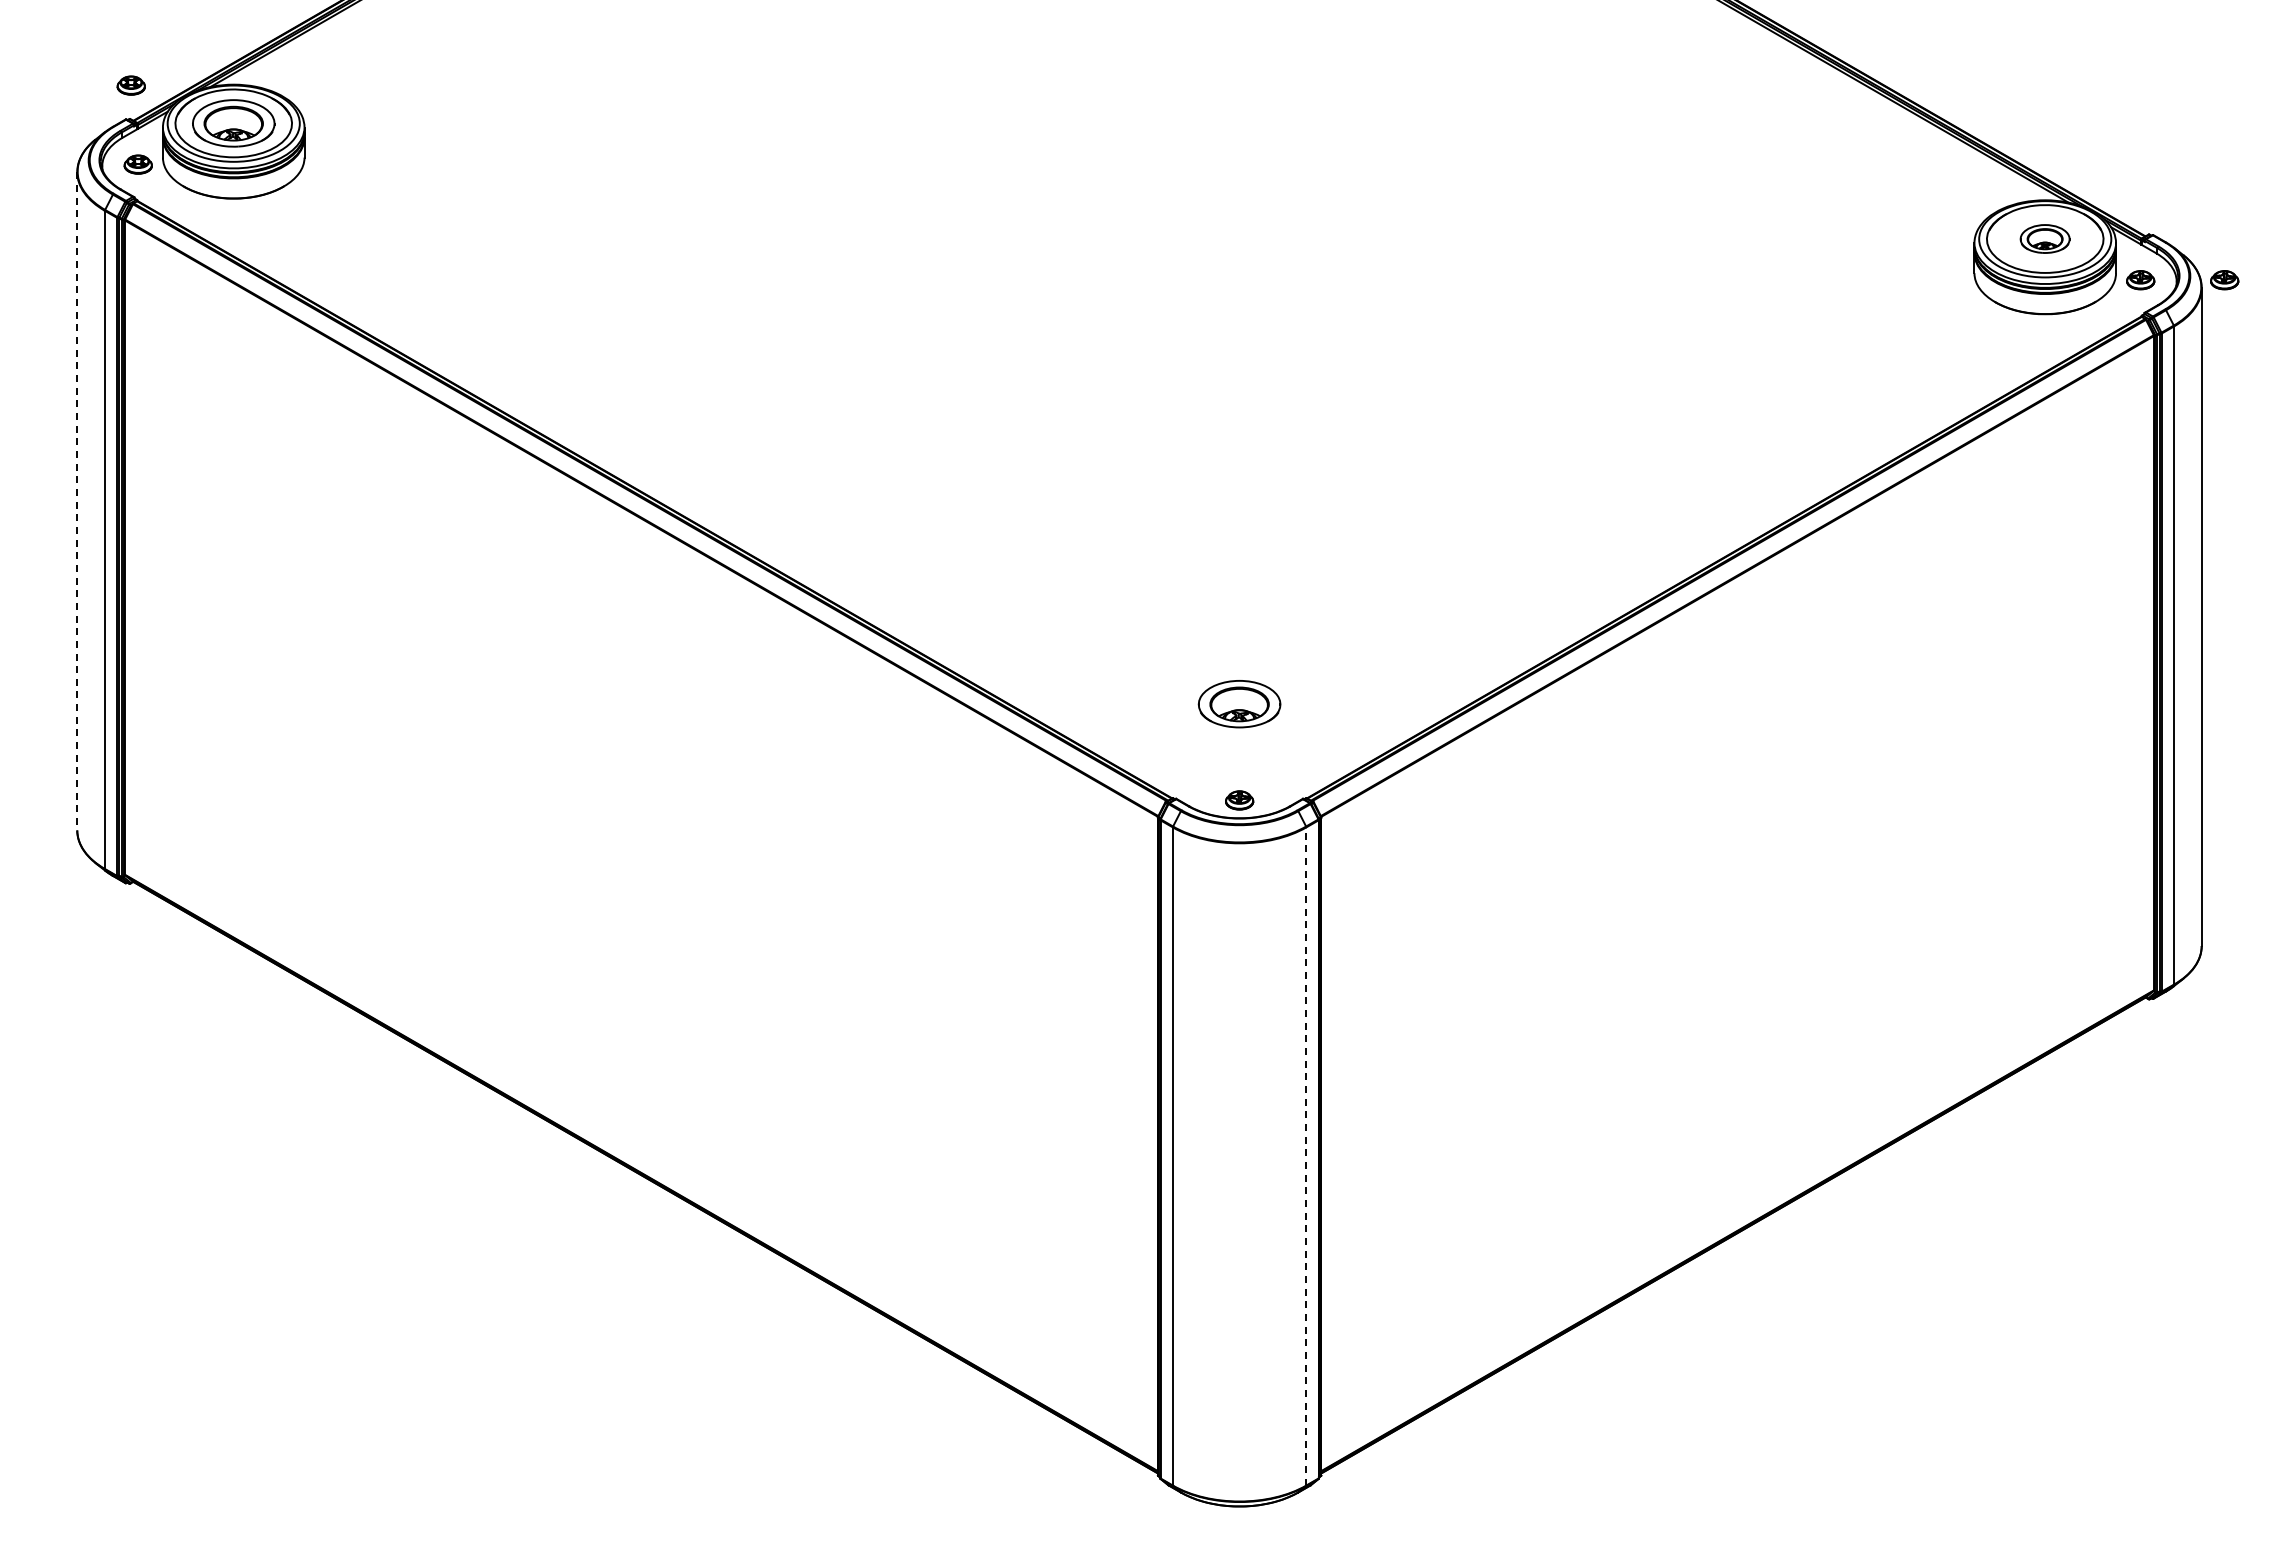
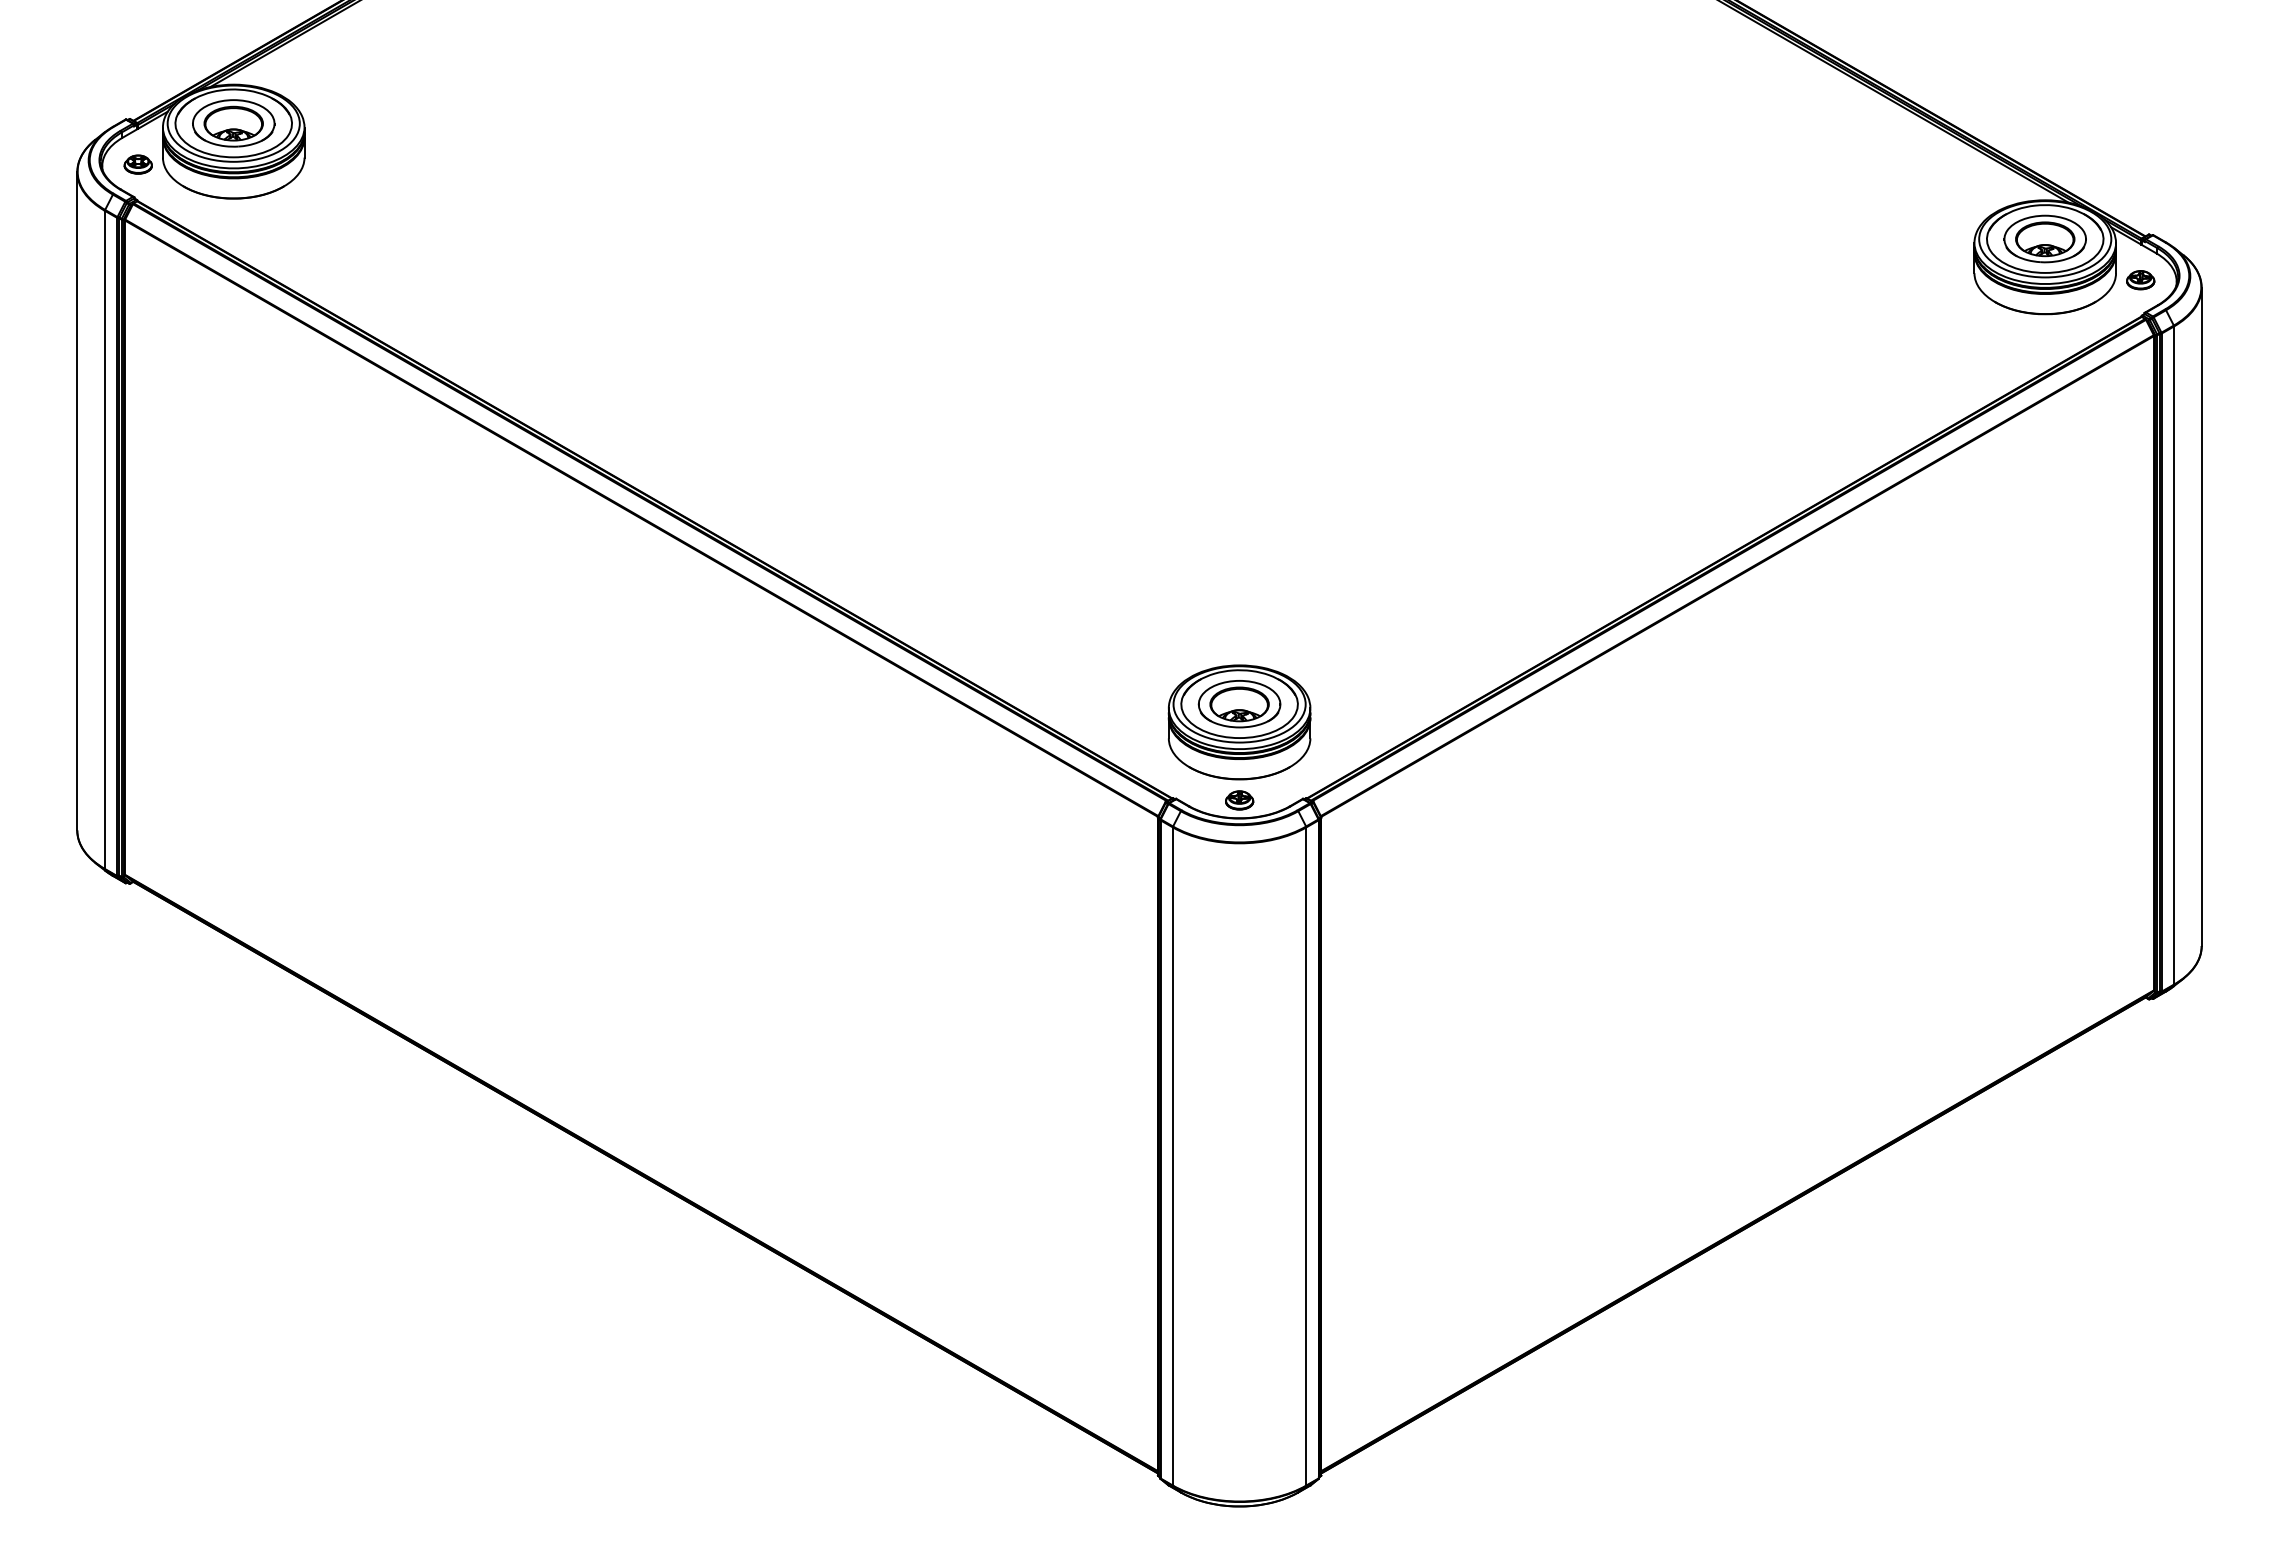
part at (130, 85): present -> none
part at (2044, 238) size: 52x30 px -> 84x50 px
part at (2224, 280): present -> none
line at (77, 501): dashed -> solid
part at (1239, 722): none -> present
line at (1306, 1155): dashed -> solid
